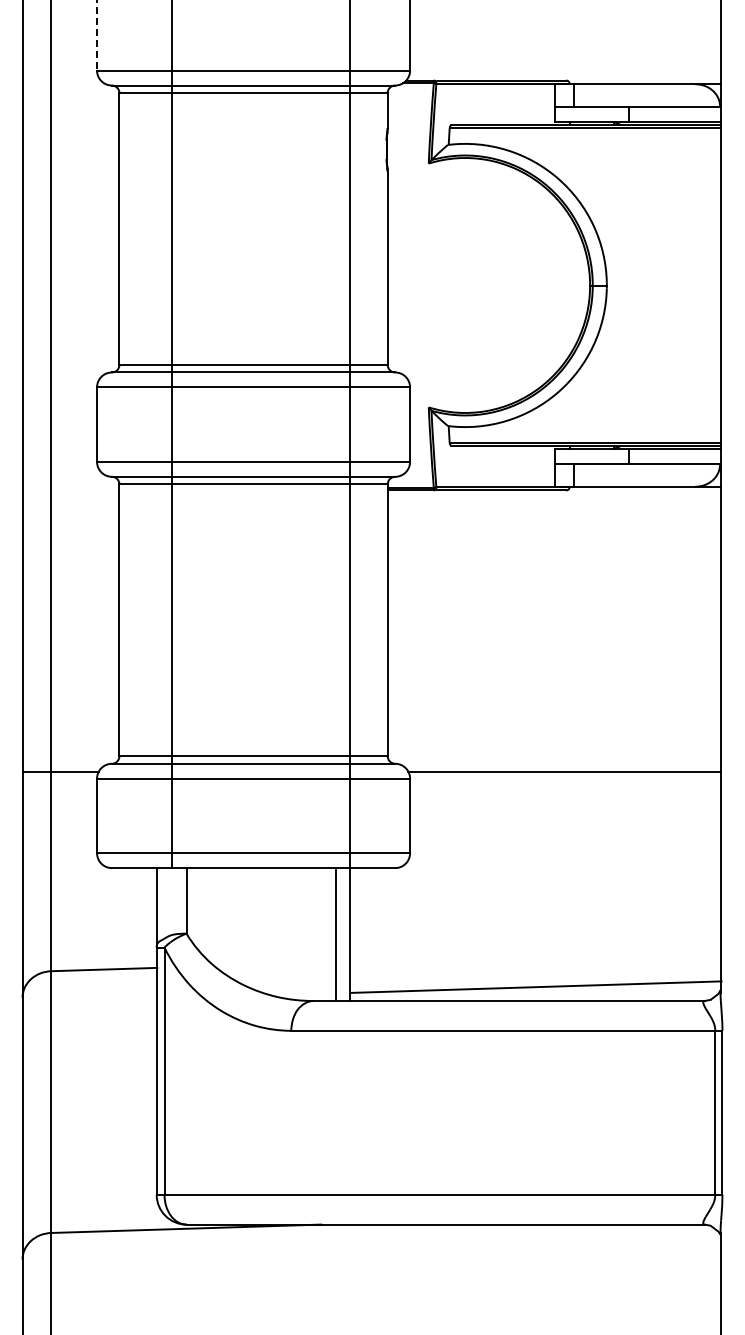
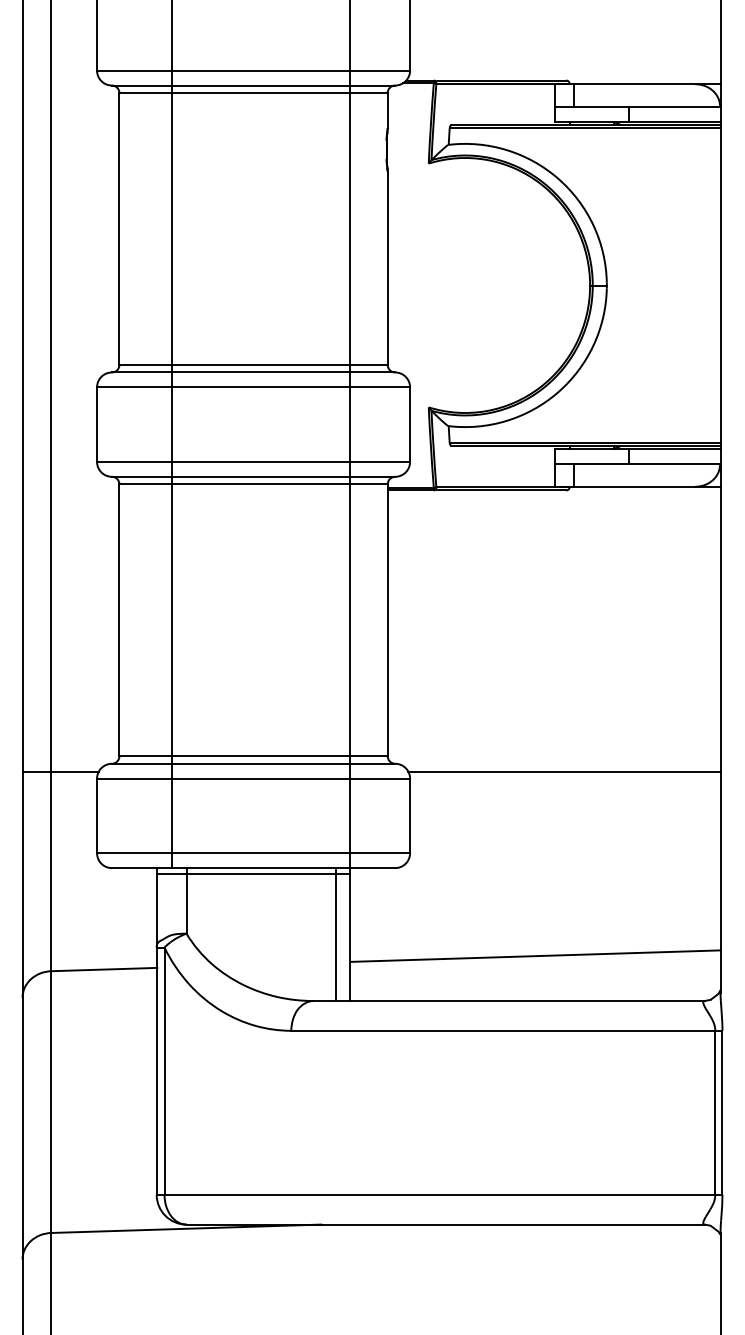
line at (97, 35): dashed -> solid
line at (253, 874): none -> present
line at (536, 986) position: (536, 986) -> (535, 955)
